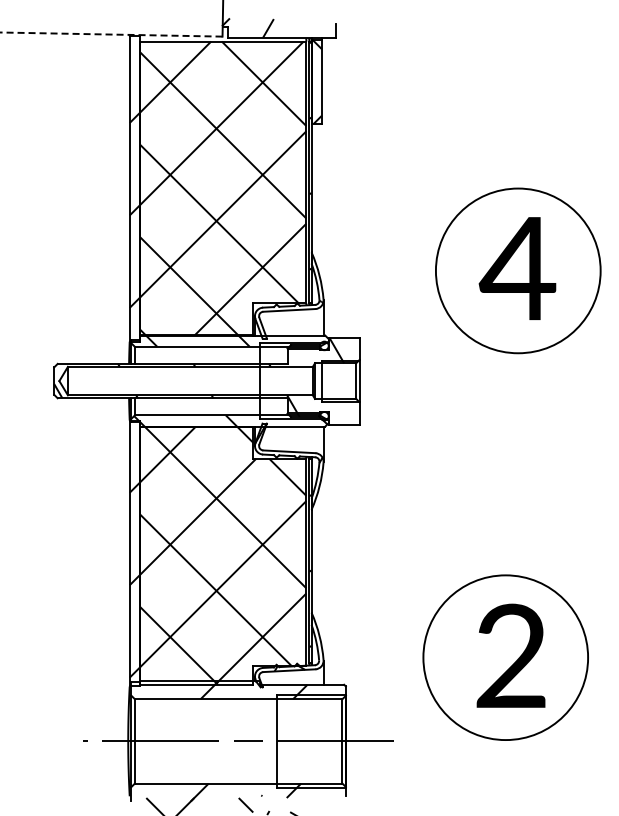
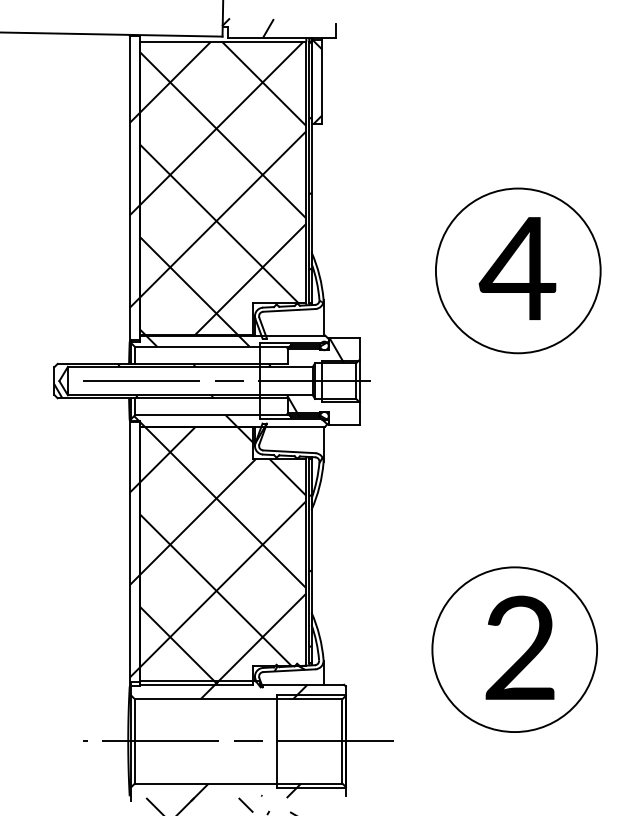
line at (111, 34): dashed -> solid
line at (227, 381): none -> present
part at (505, 657) position: (505, 657) -> (514, 649)
